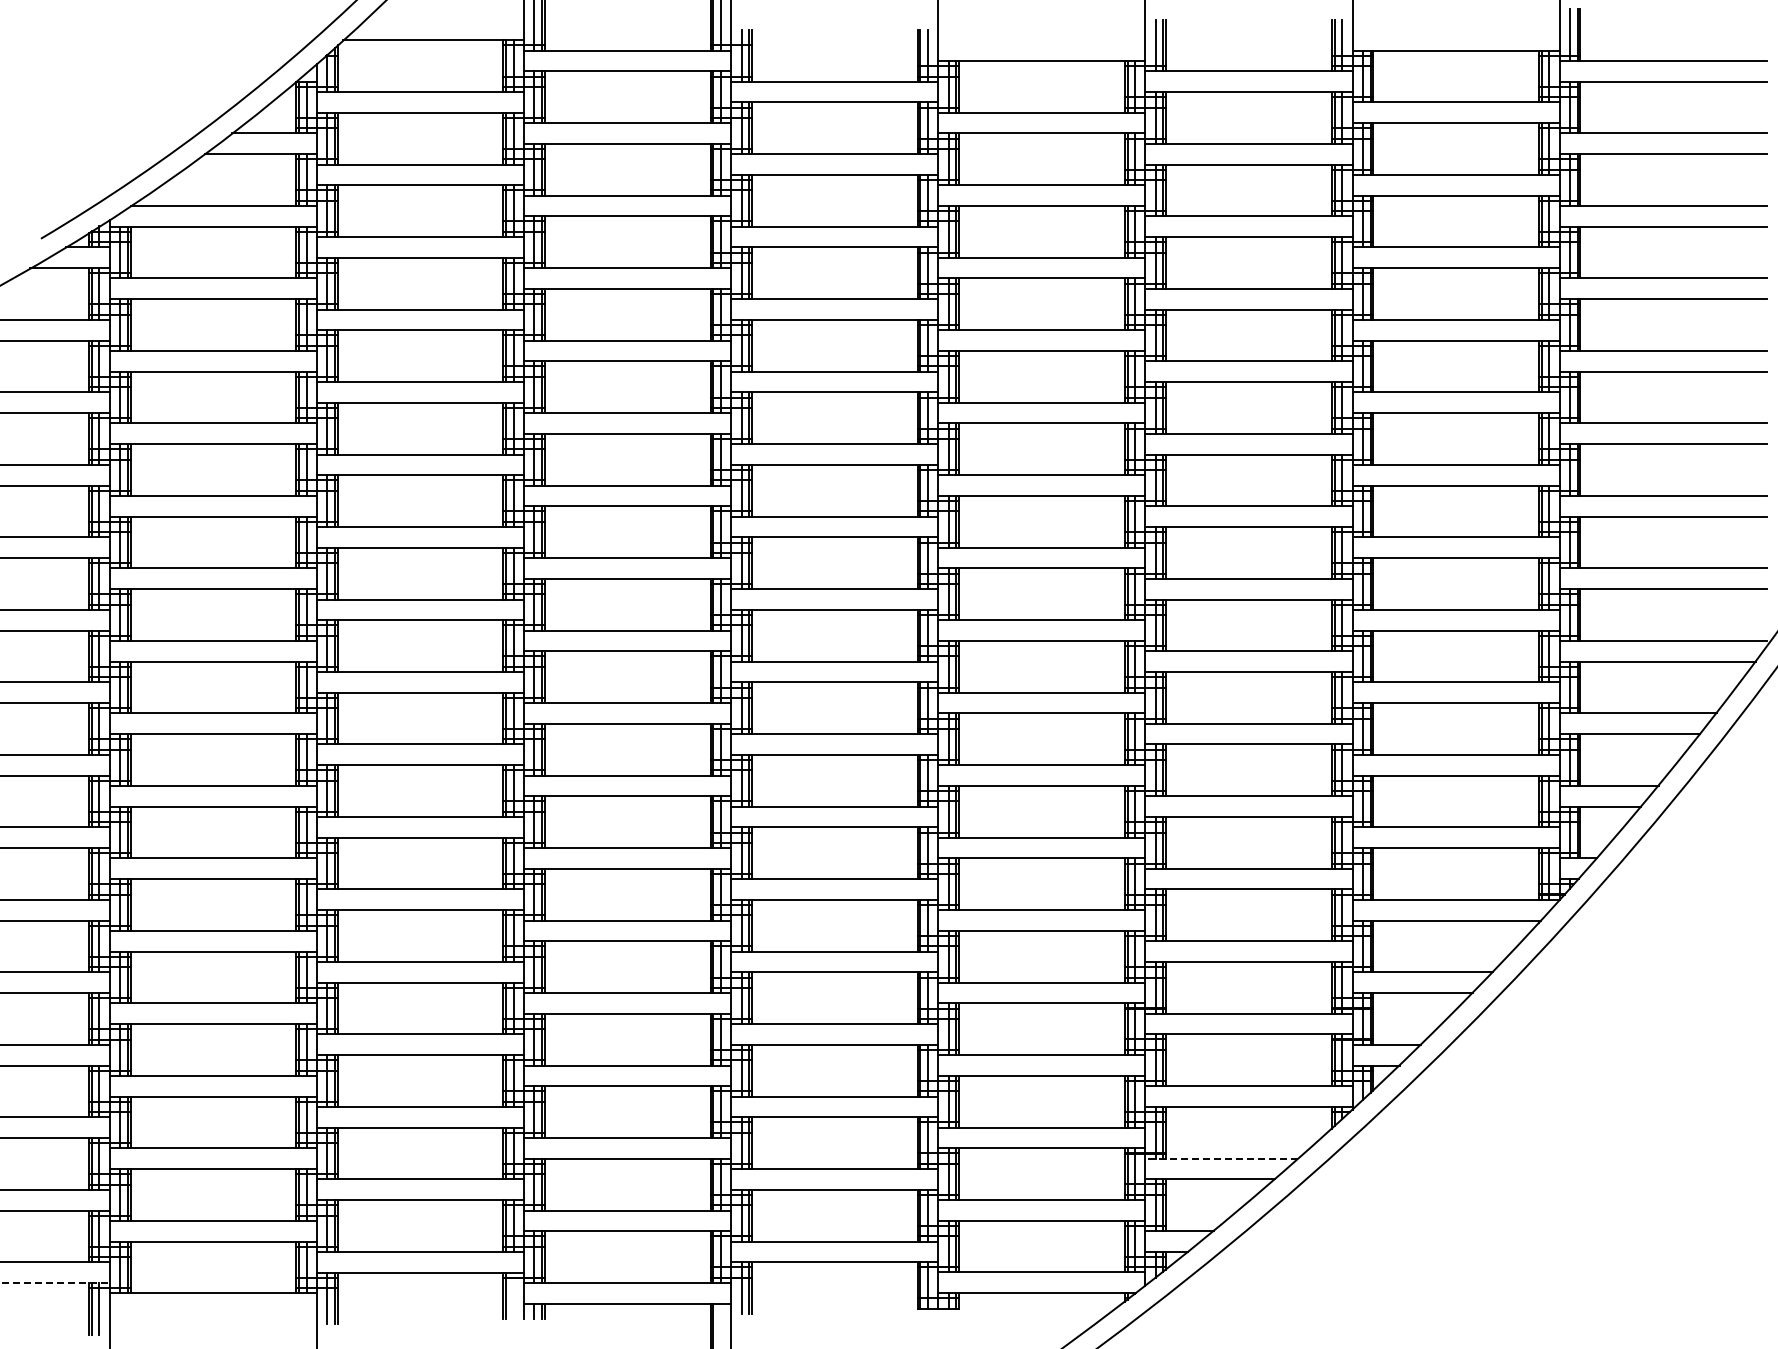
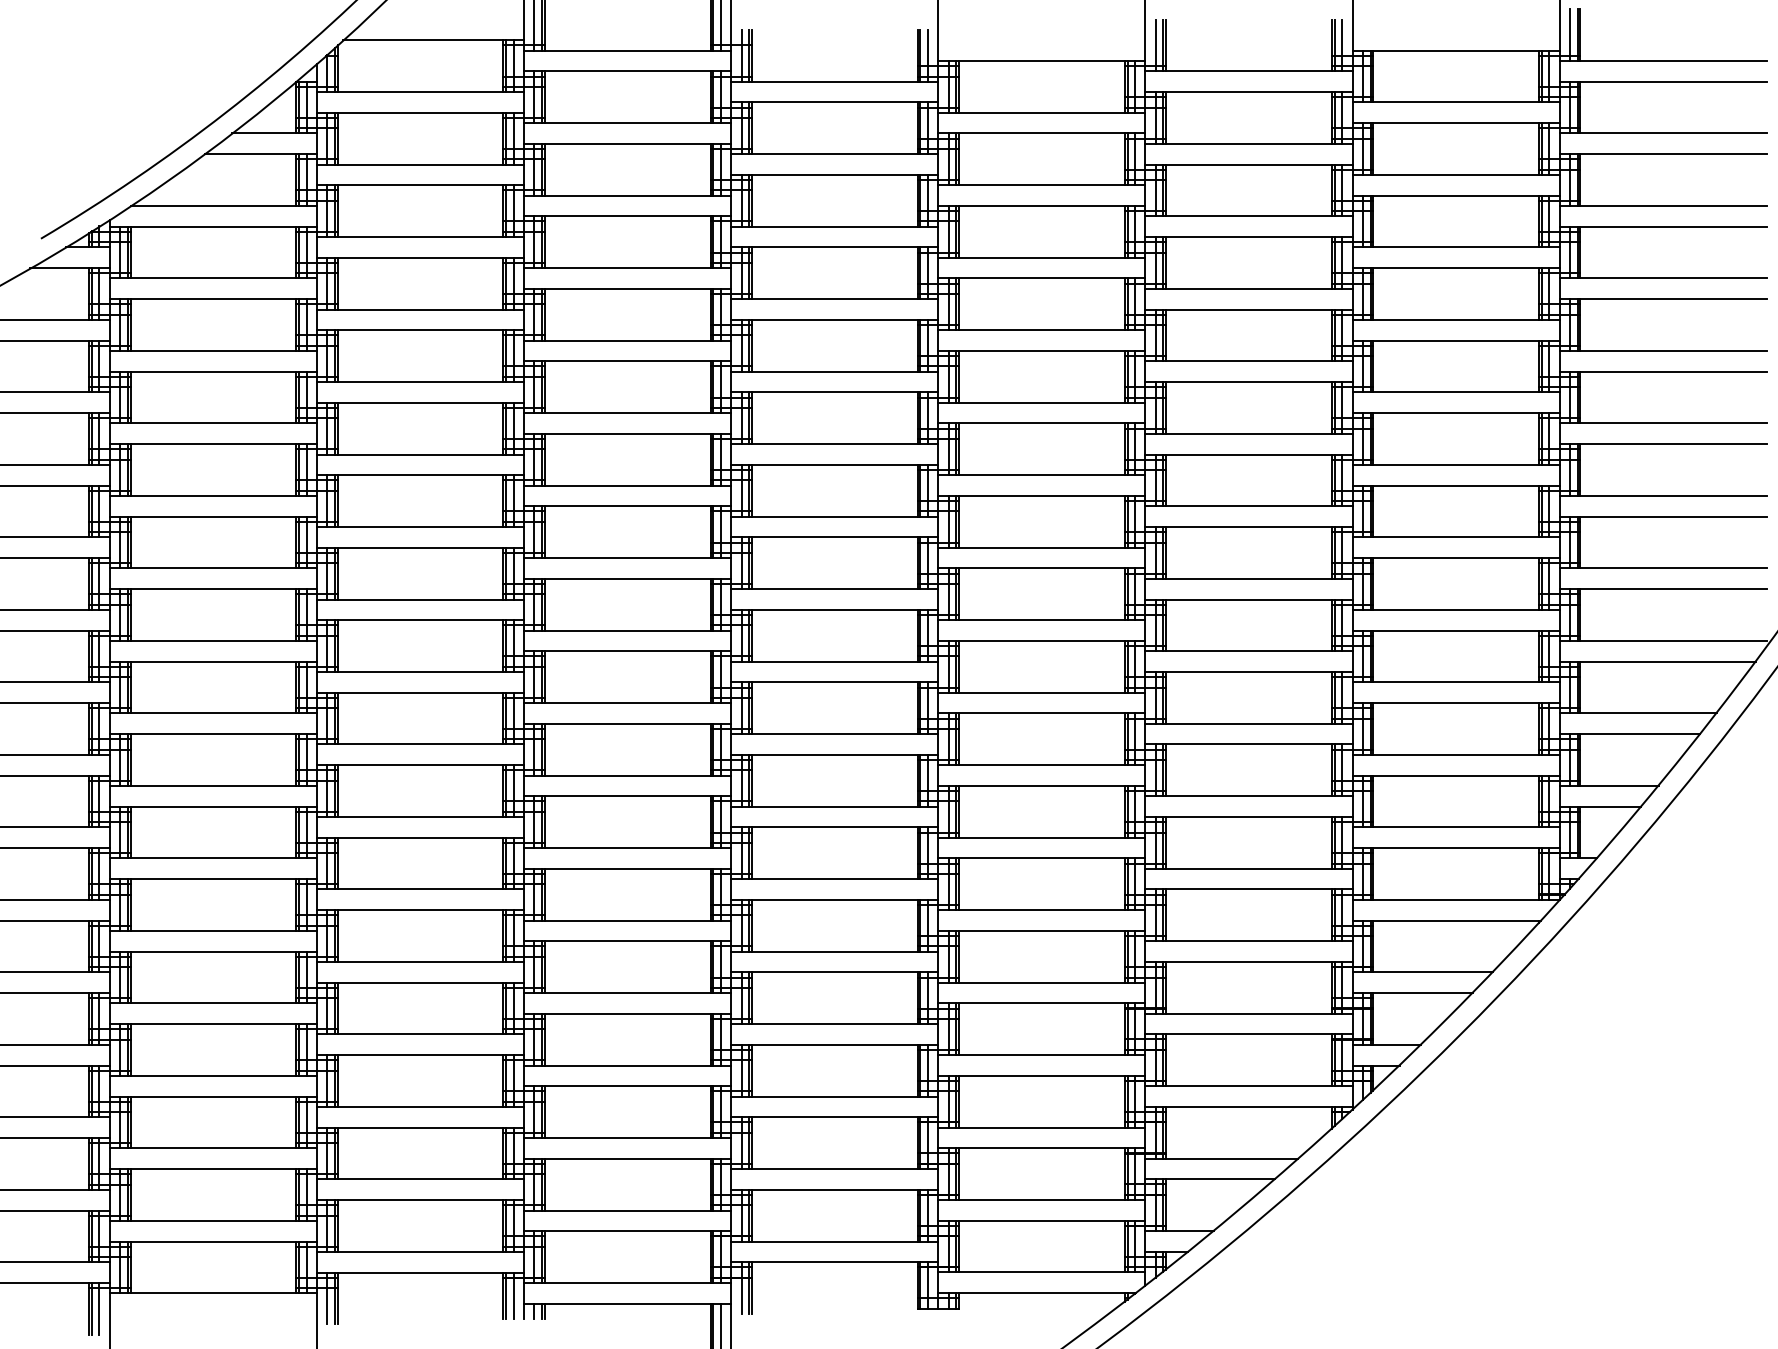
line at (1221, 1158): dashed -> solid
line at (55, 1283): dashed -> solid
line at (513, 1295): none -> present
line at (720, 1324): none -> present
